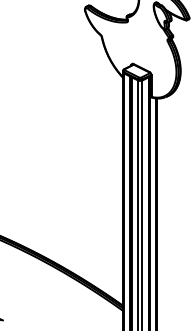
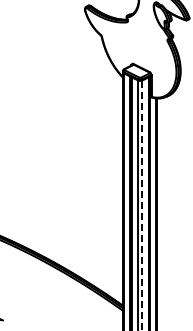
line at (142, 205): solid -> dashed
